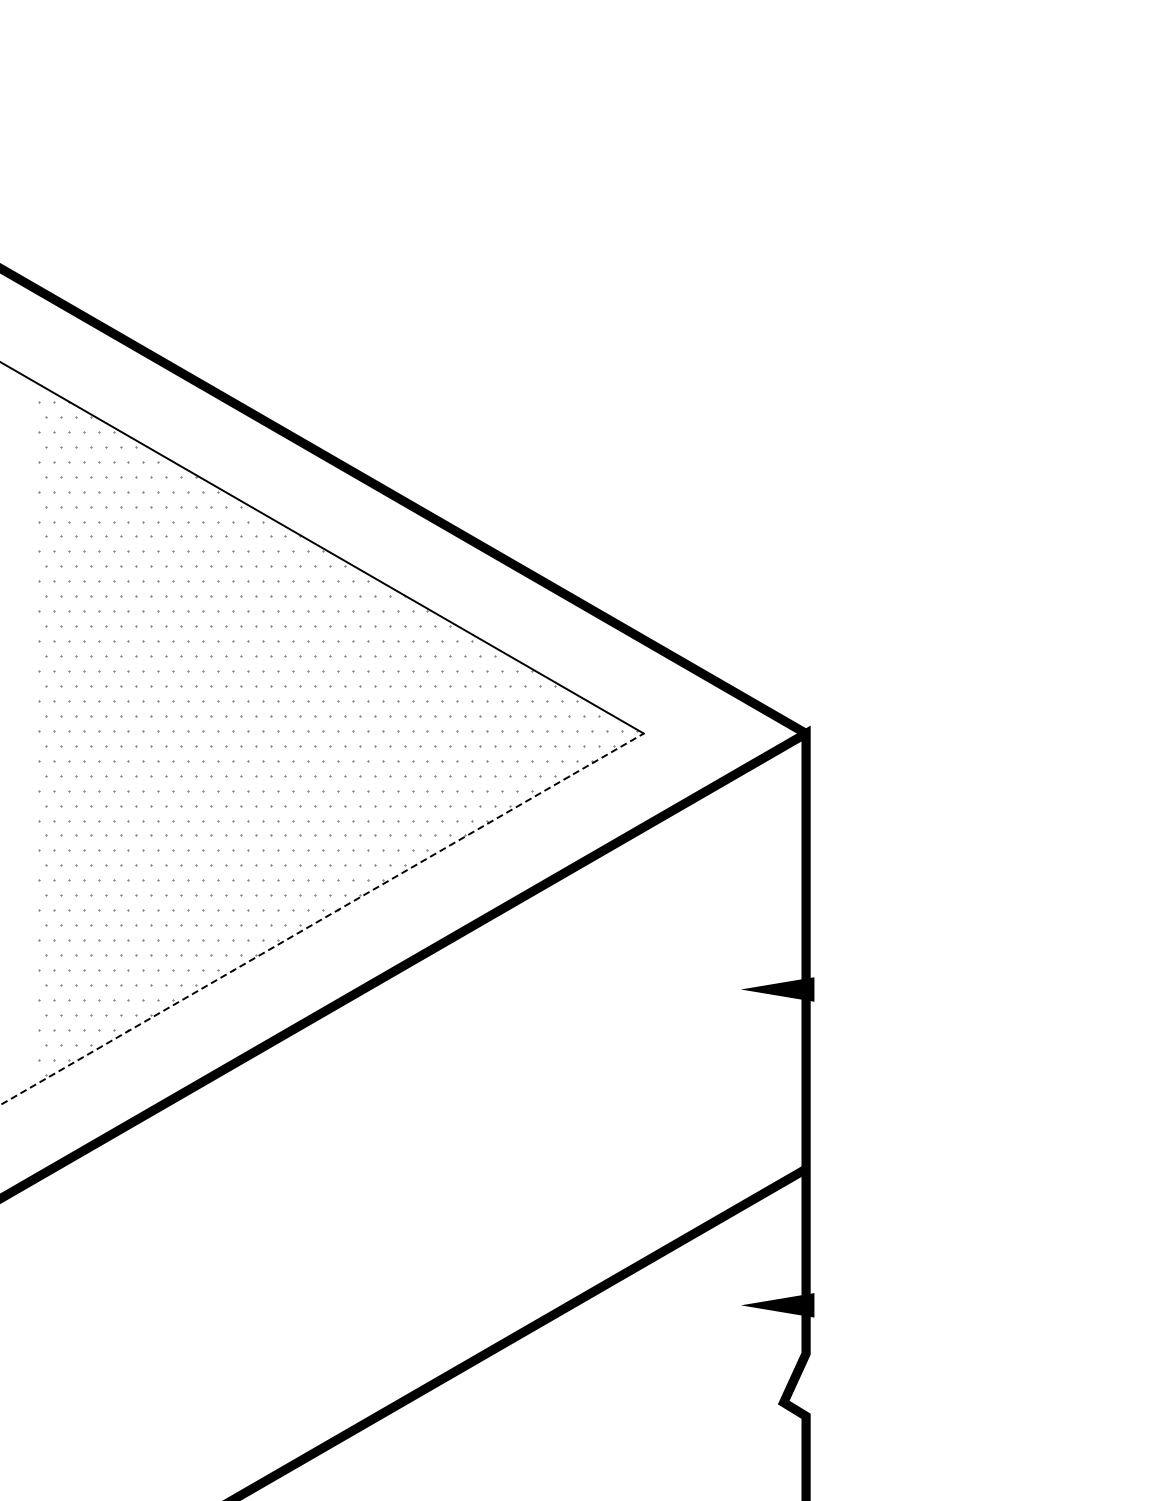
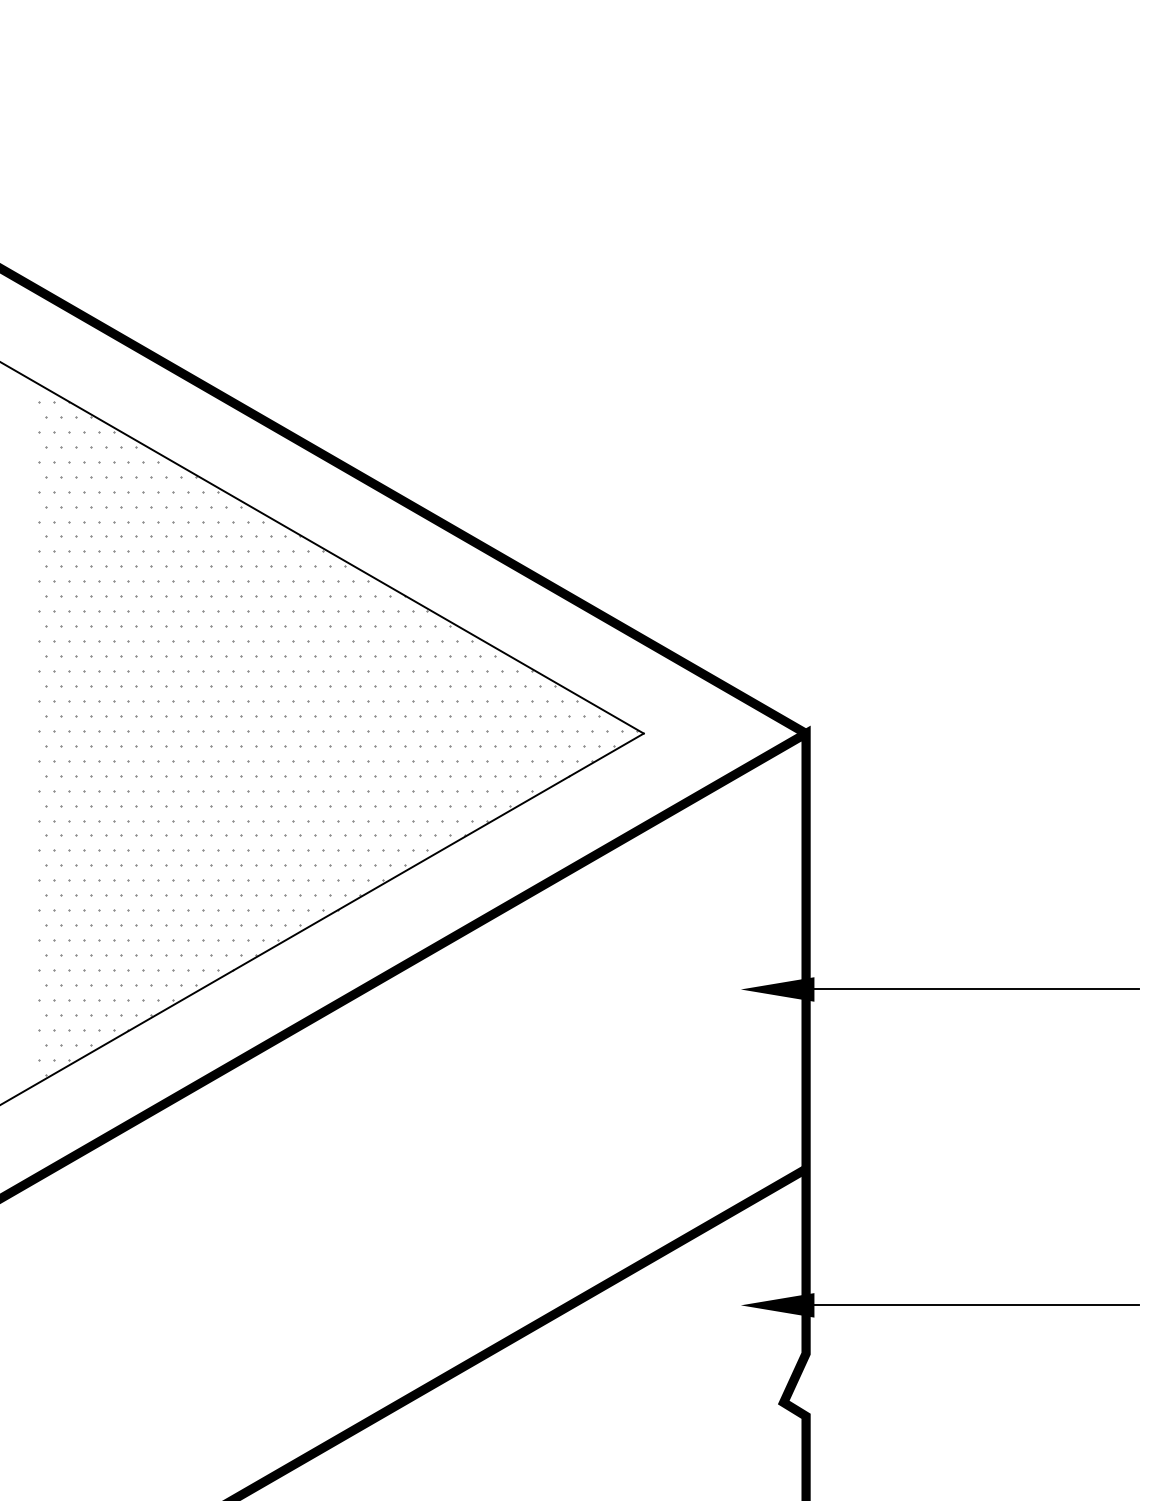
line at (322, 919): dashed -> solid
line at (976, 989): none -> present
line at (976, 1305): none -> present
